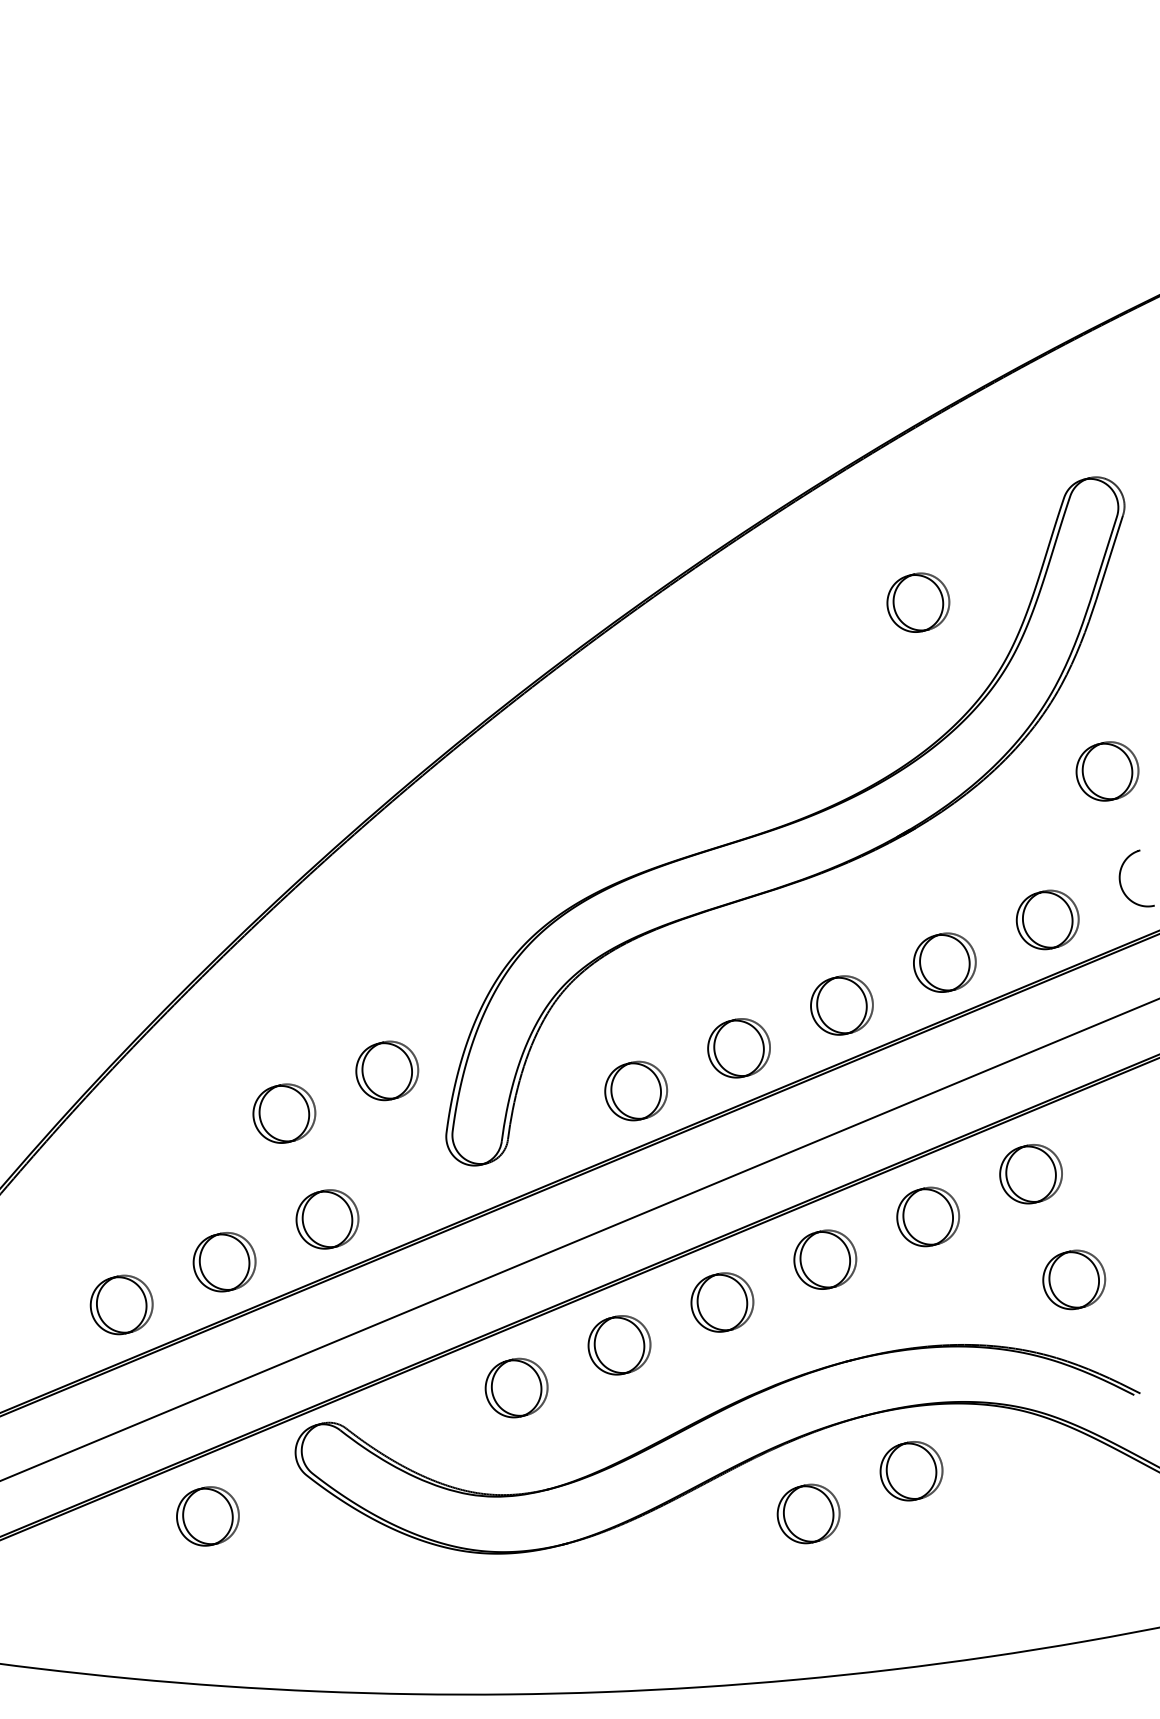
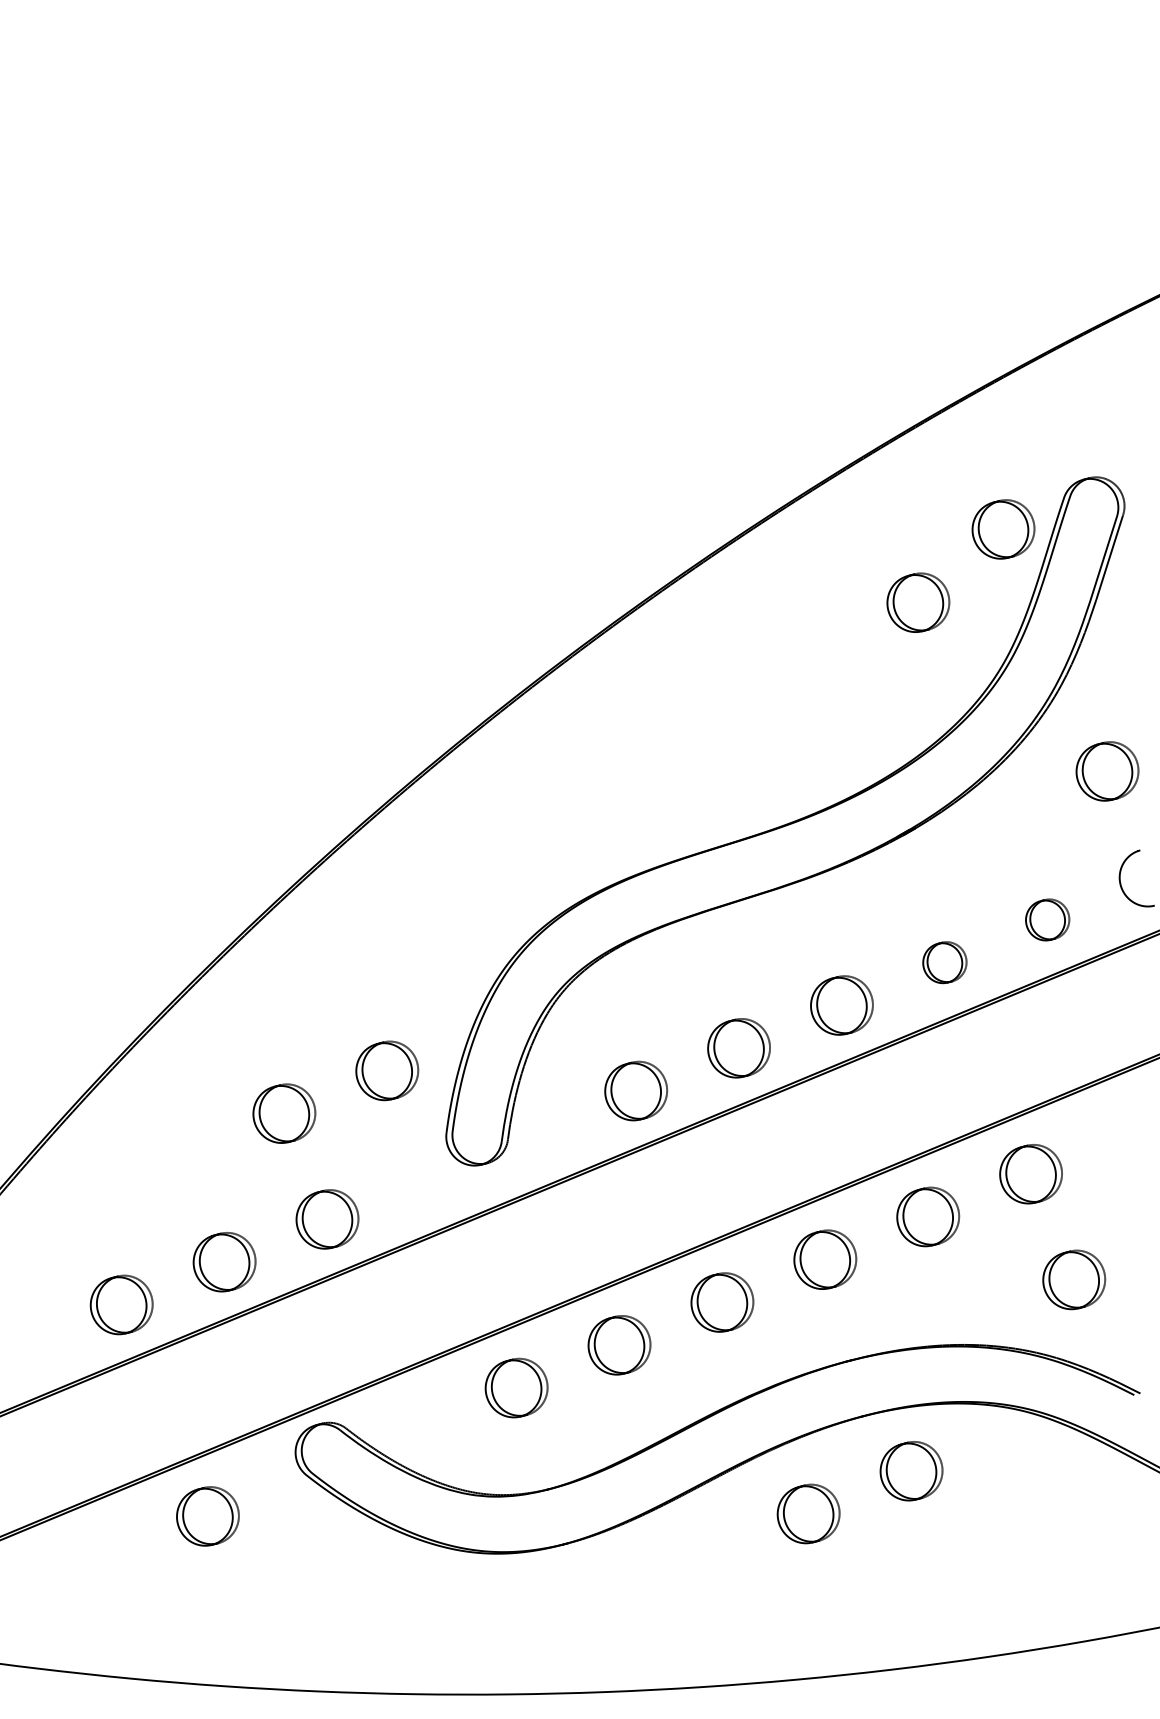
part at (1003, 529): none -> present
part at (1047, 919) size: 65x62 px -> 46x44 px
part at (944, 962) size: 64x61 px -> 46x44 px
line at (579, 1239): present -> none
